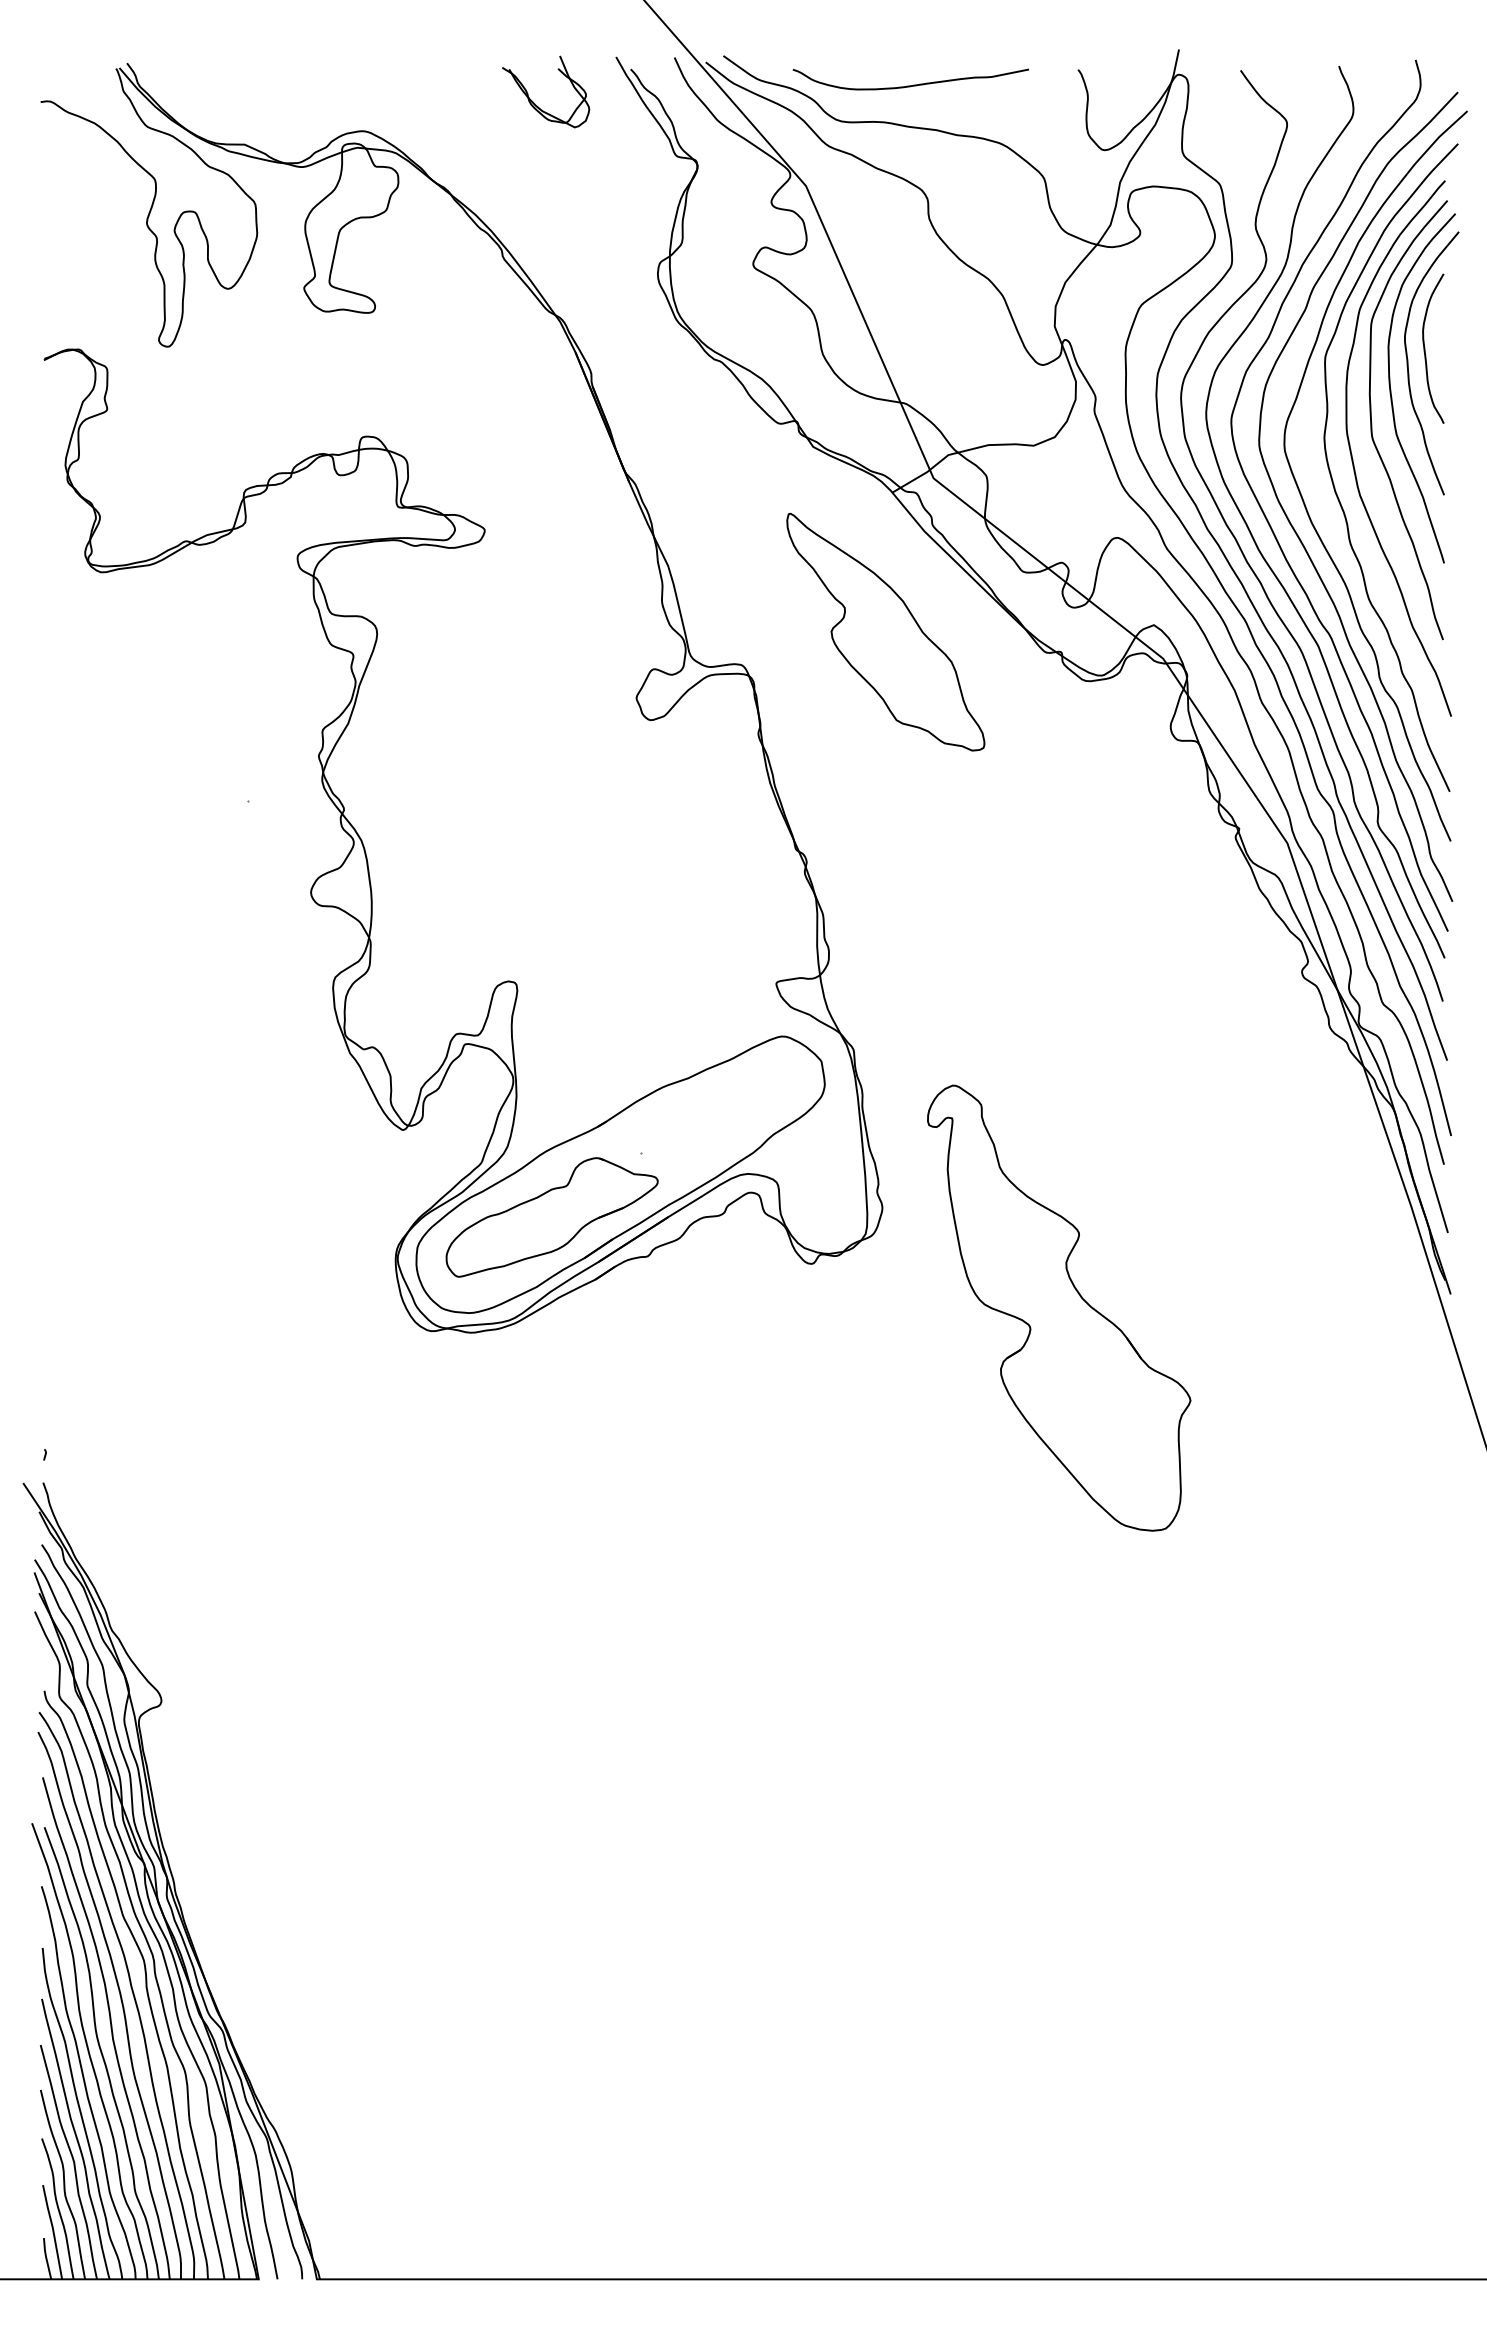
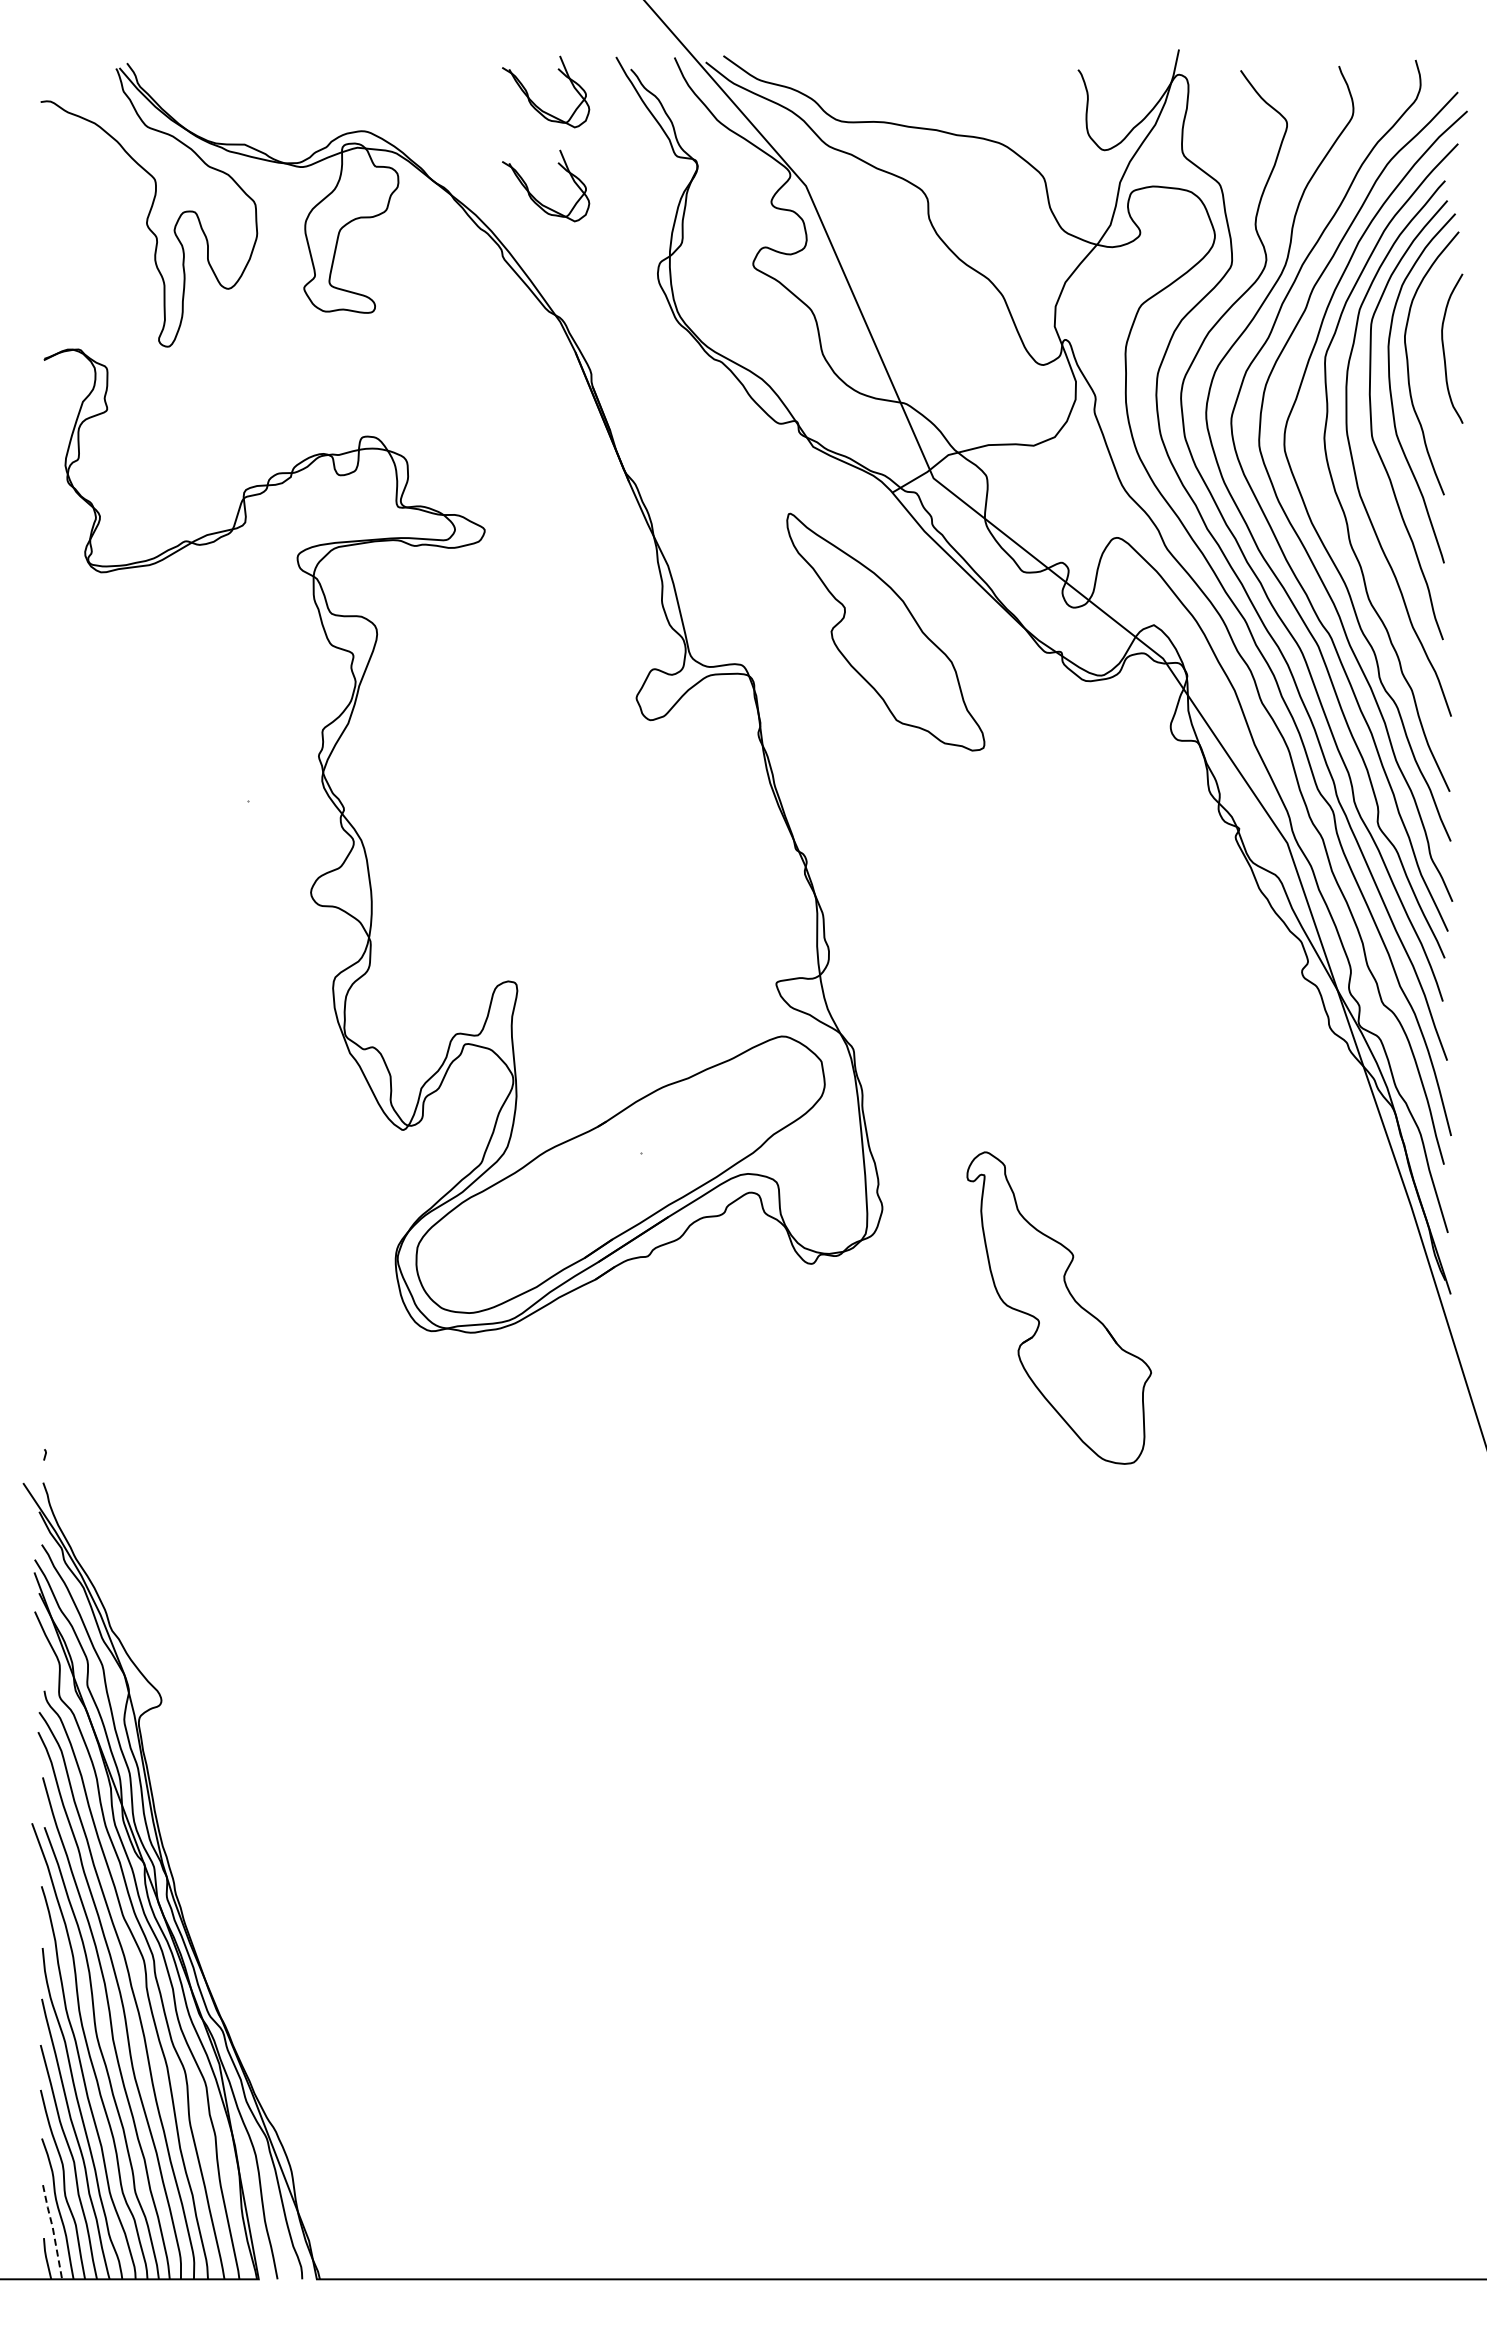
curve at (913, 84): present -> none
part at (534, 196): none -> present
curve at (1425, 348) position: (1425, 348) -> (1444, 348)
part at (551, 1217): present -> none
part at (1059, 1307) size: 265x448 px -> 186x314 px
line at (53, 2231): solid -> dashed
